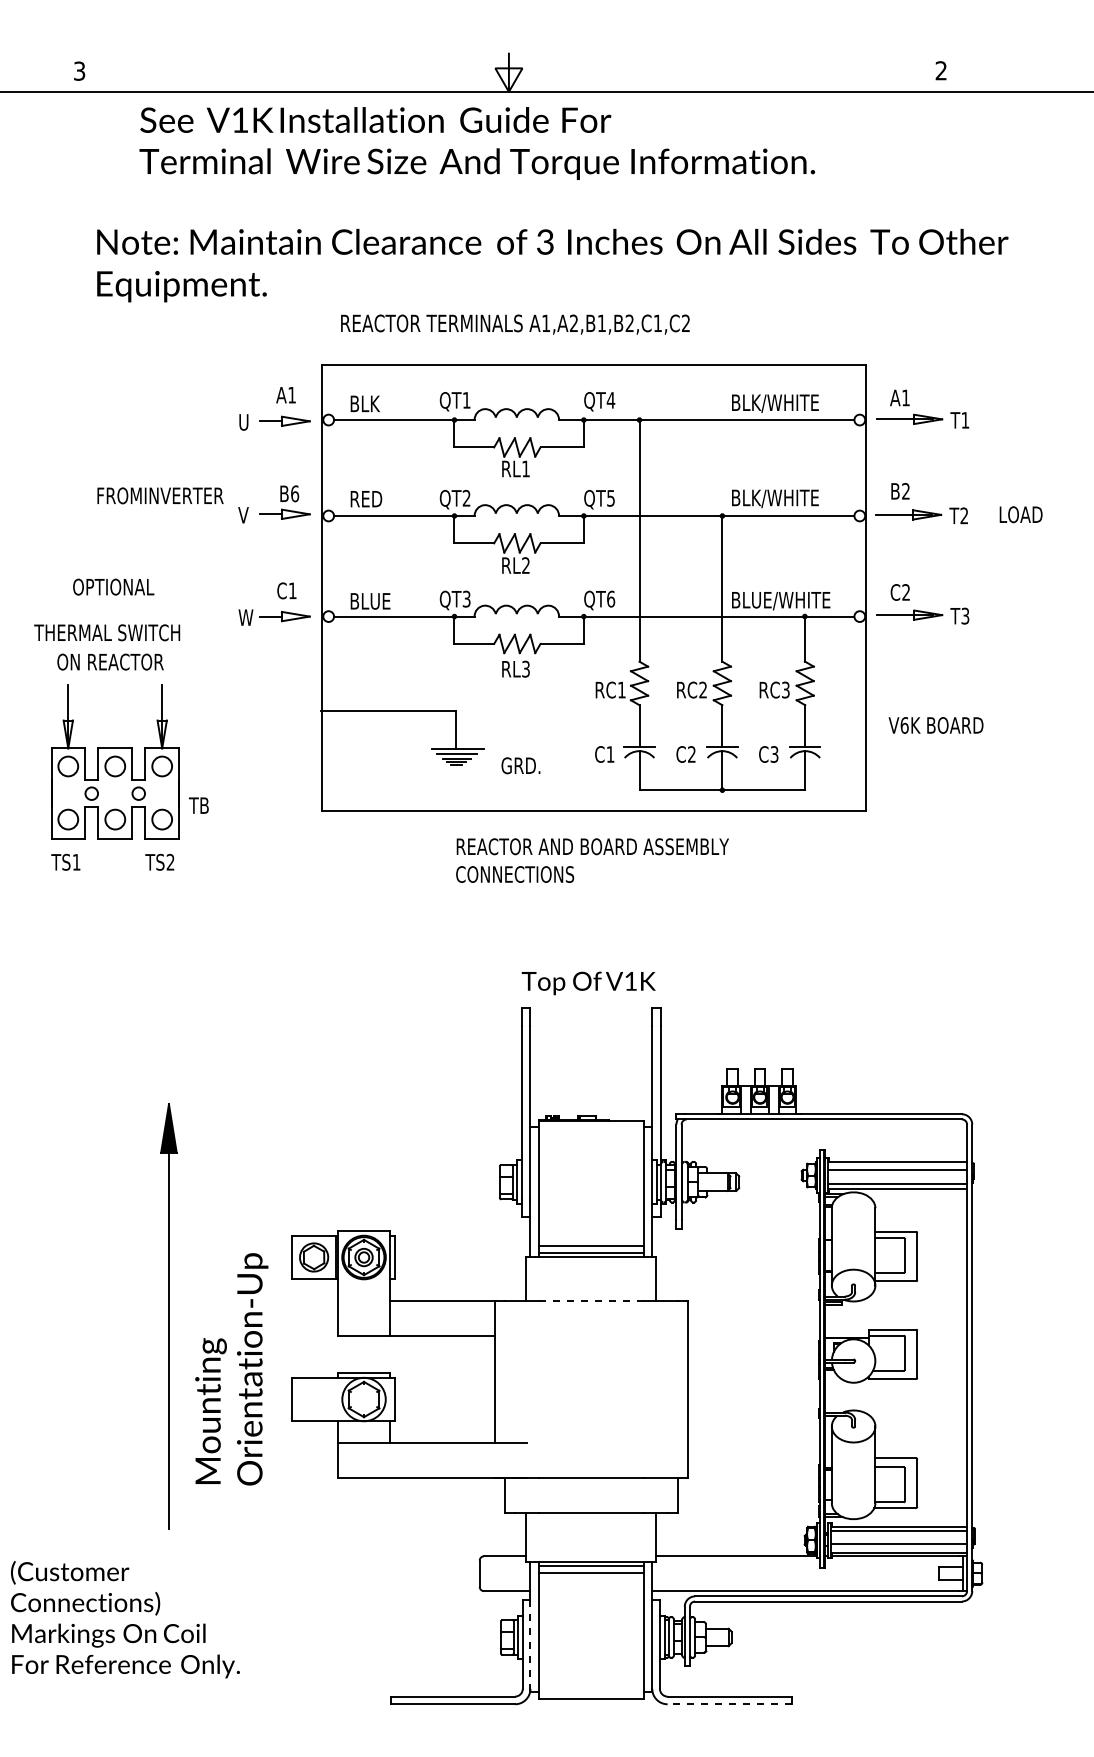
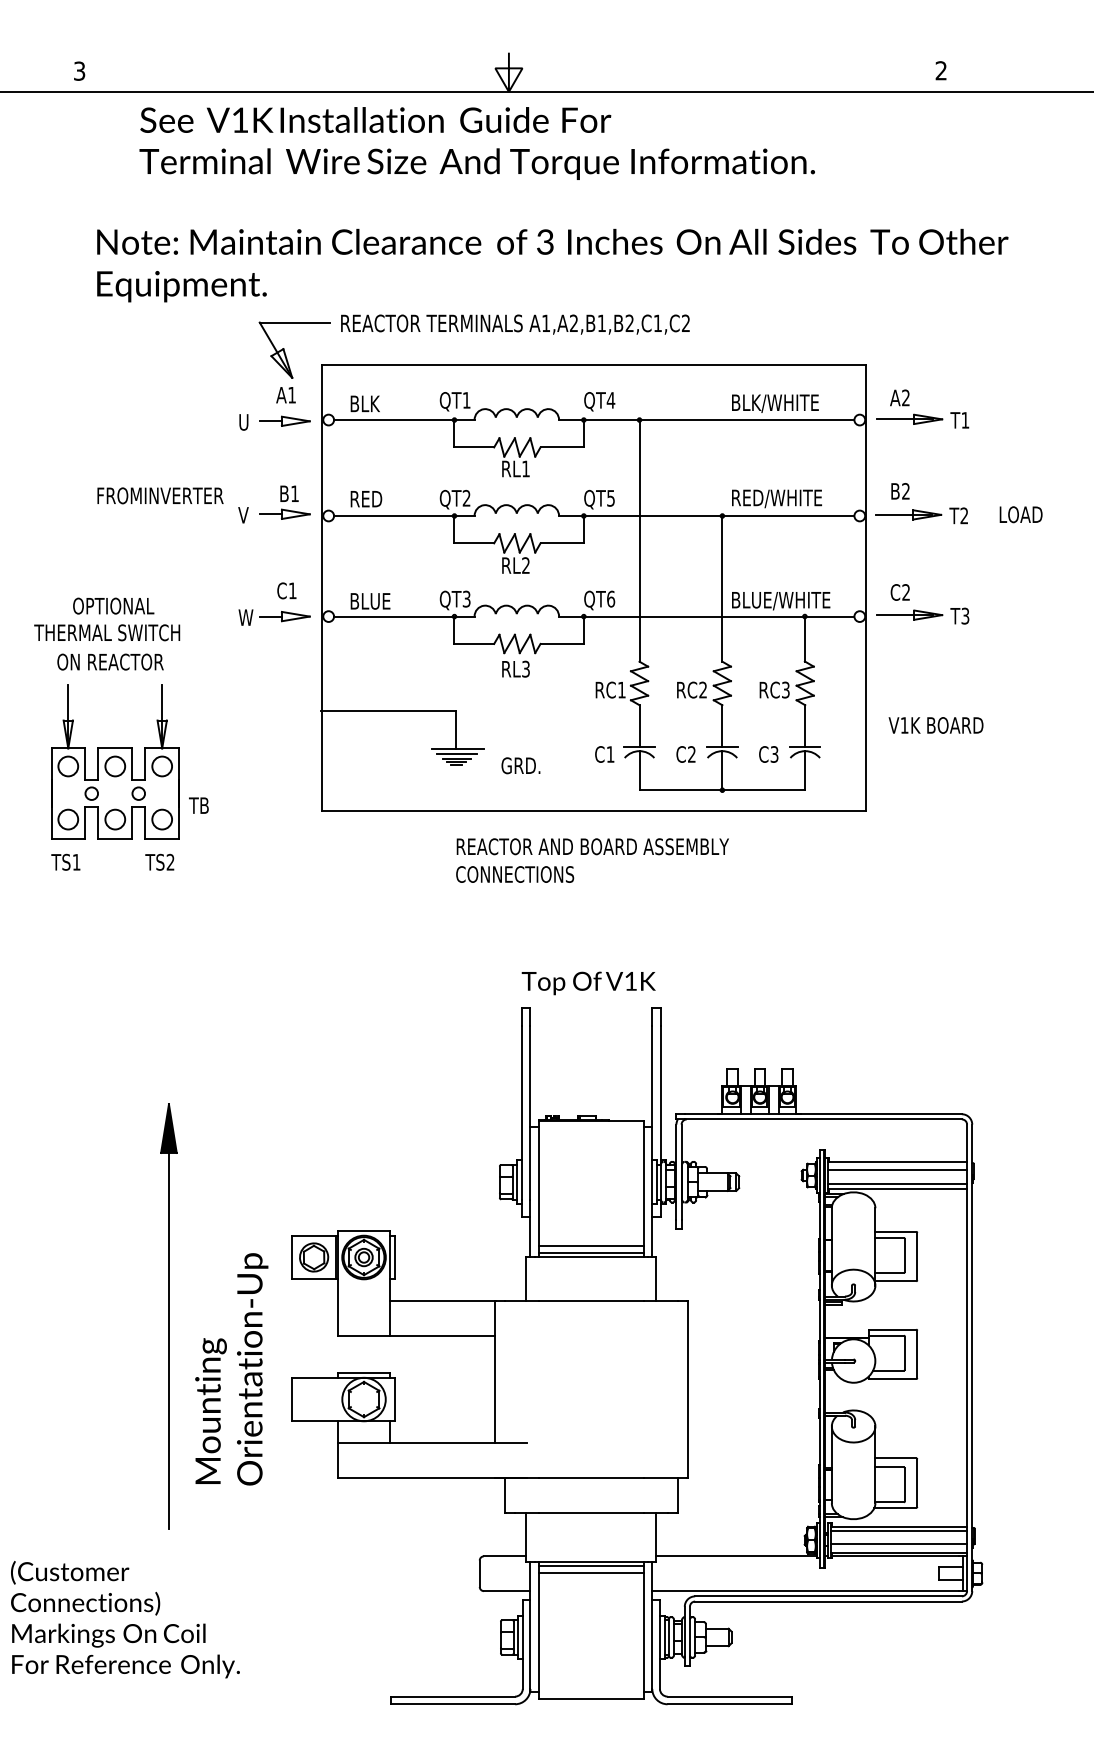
part at (285, 351): none -> present
text at (905, 397): A1 -> A2
text at (295, 493): B6 -> B1
text at (777, 498): BLK/WHITE -> RED/WHITE
text at (113, 586) position: (113, 586) -> (113, 605)
text at (904, 725): V6K -> V1K
line at (591, 1300): dashed -> solid
line at (530, 1644): dashed -> solid
line at (729, 1704): dashed -> solid
